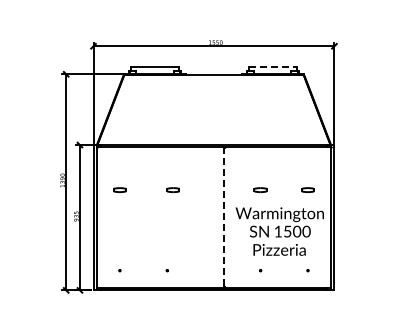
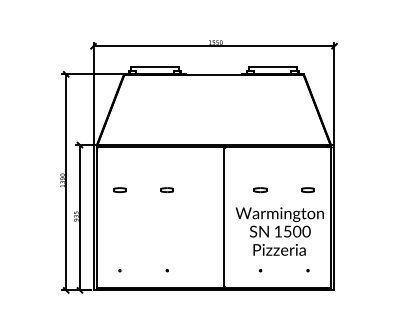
line at (272, 66): dashed -> solid
part at (172, 189) position: (172, 189) -> (166, 189)
line at (224, 217): dashed -> solid
